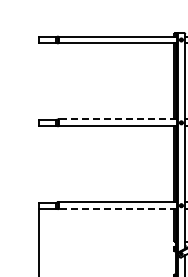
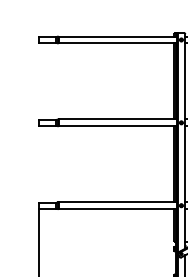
line at (117, 119): dashed -> solid
line at (117, 209): dashed -> solid
